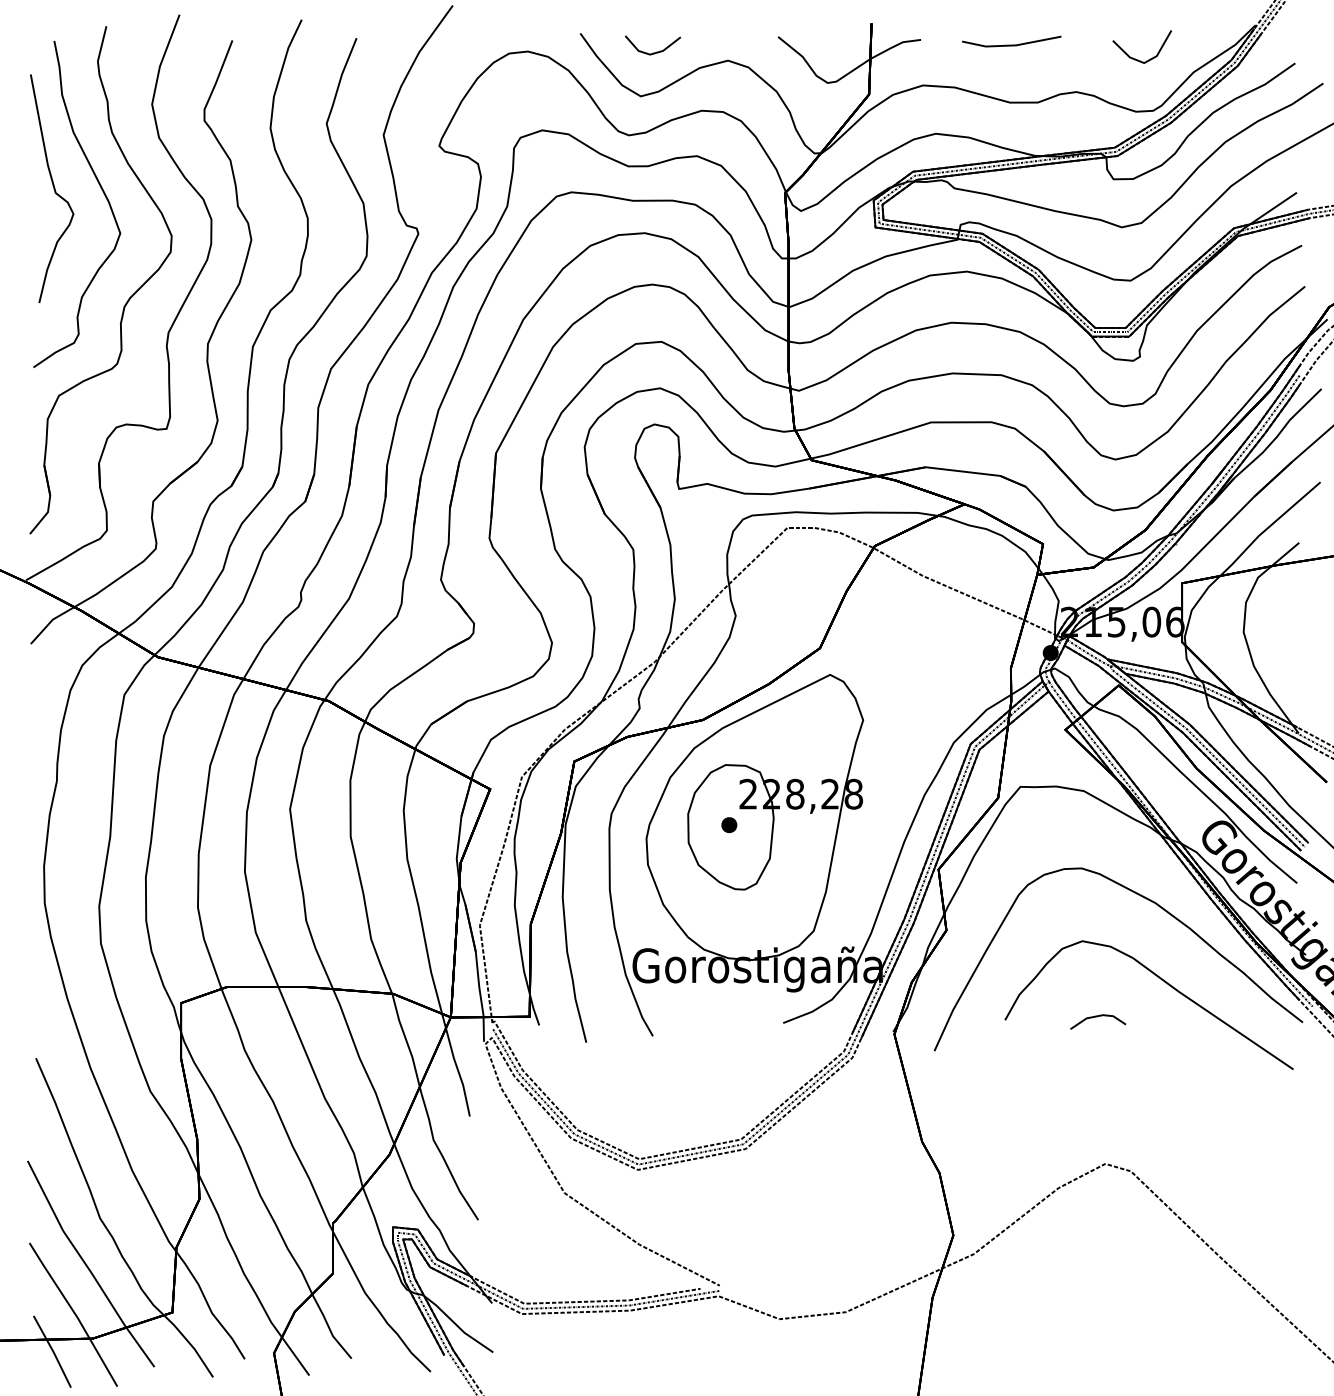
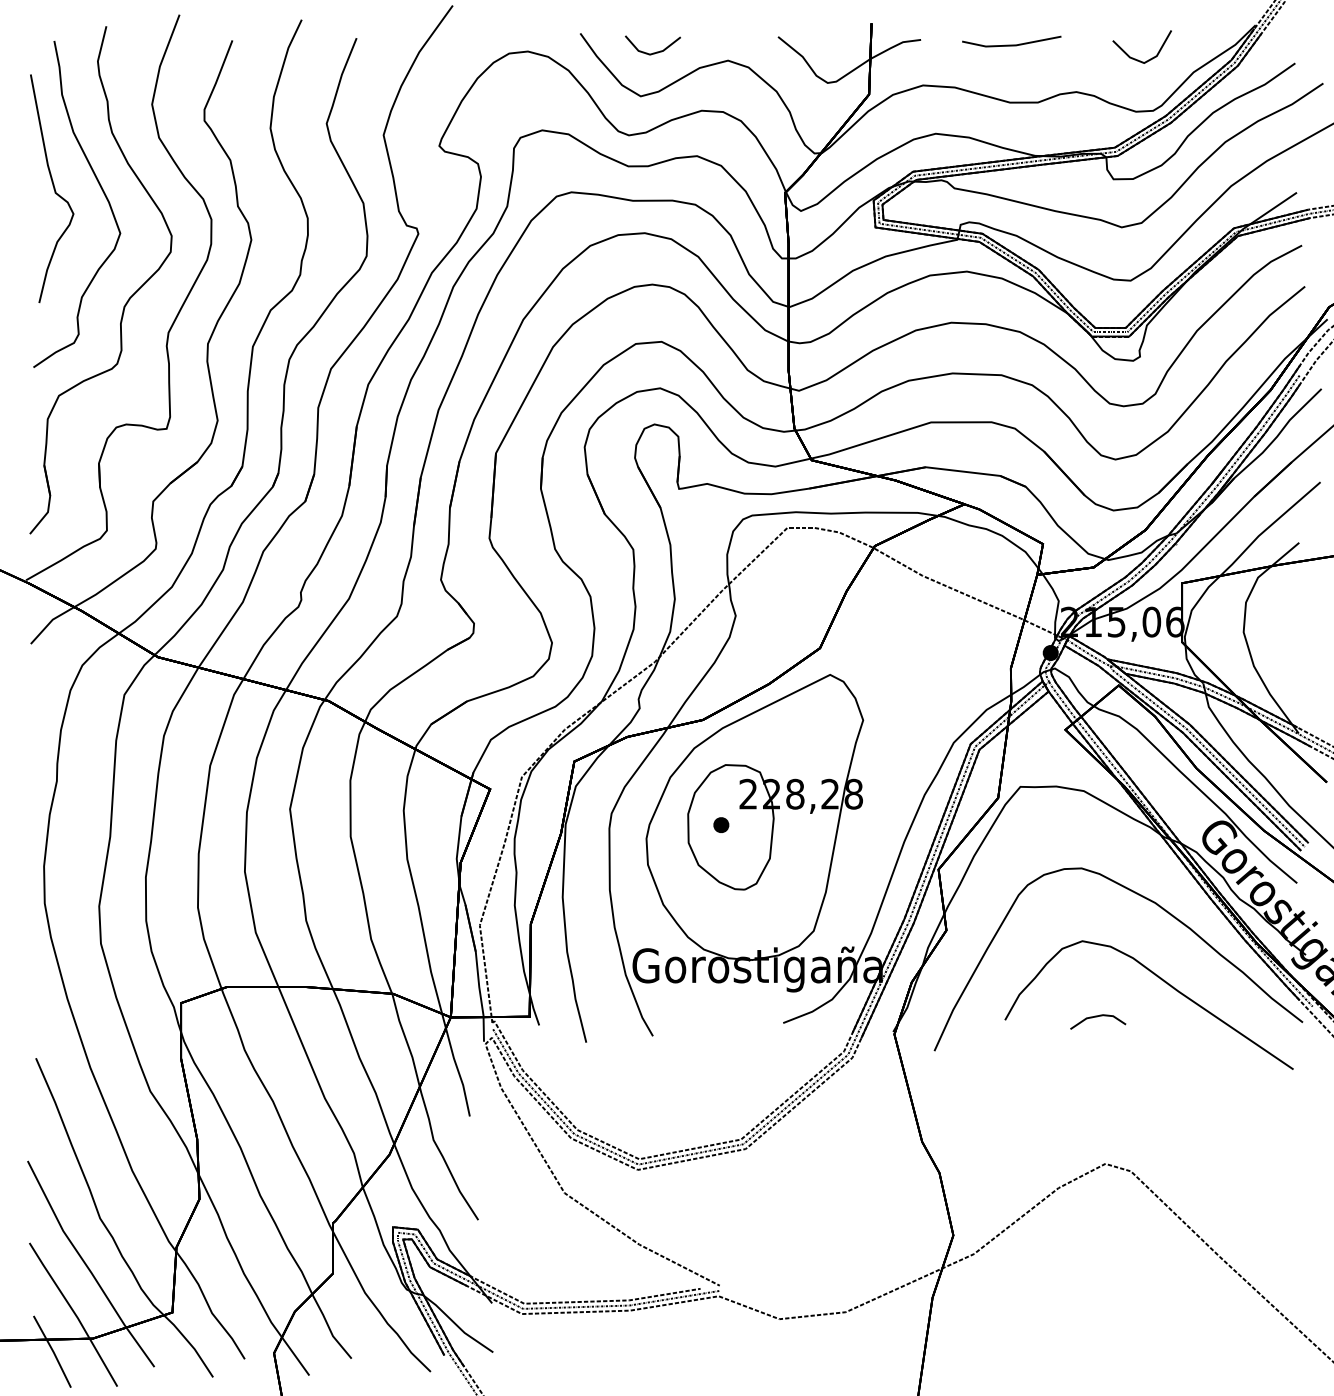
part at (729, 824) position: (729, 824) -> (721, 824)
